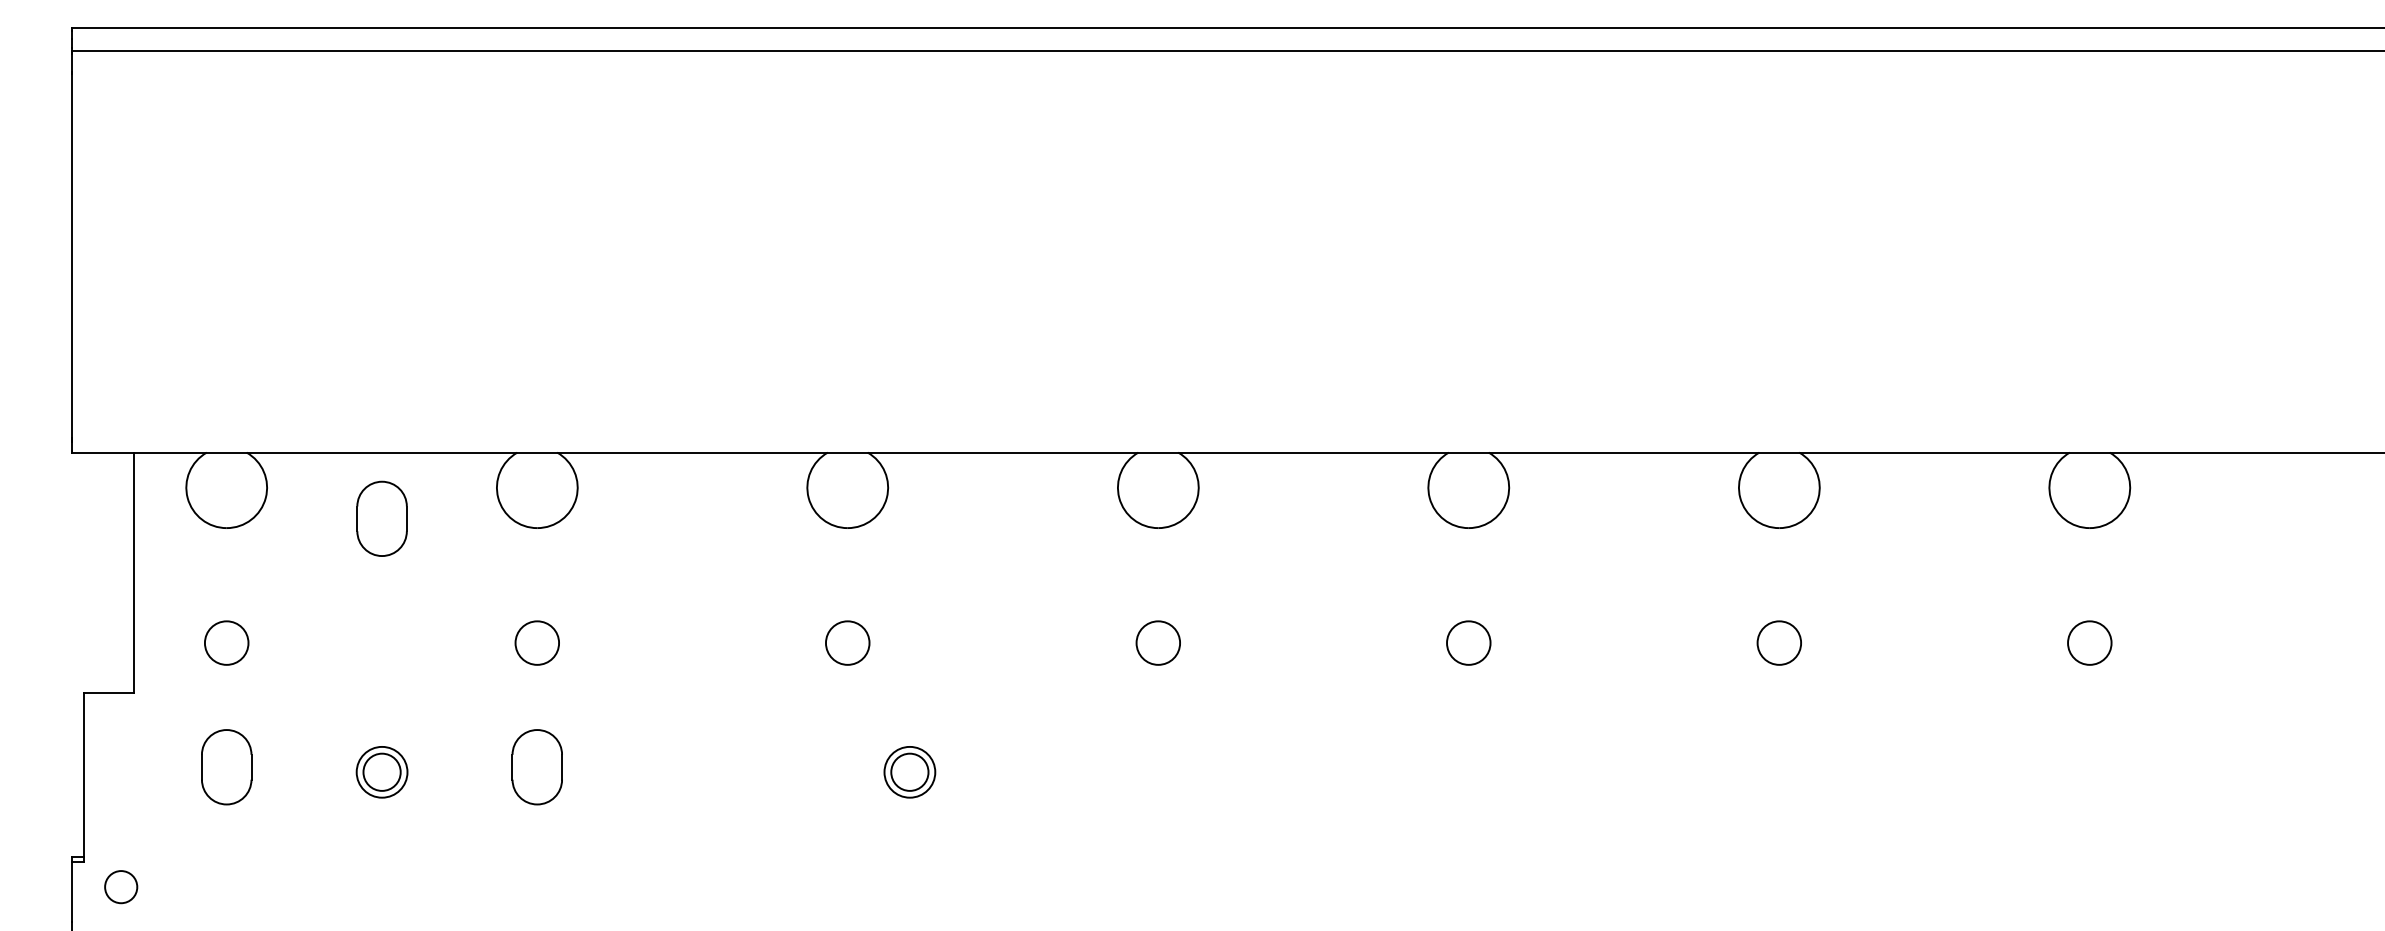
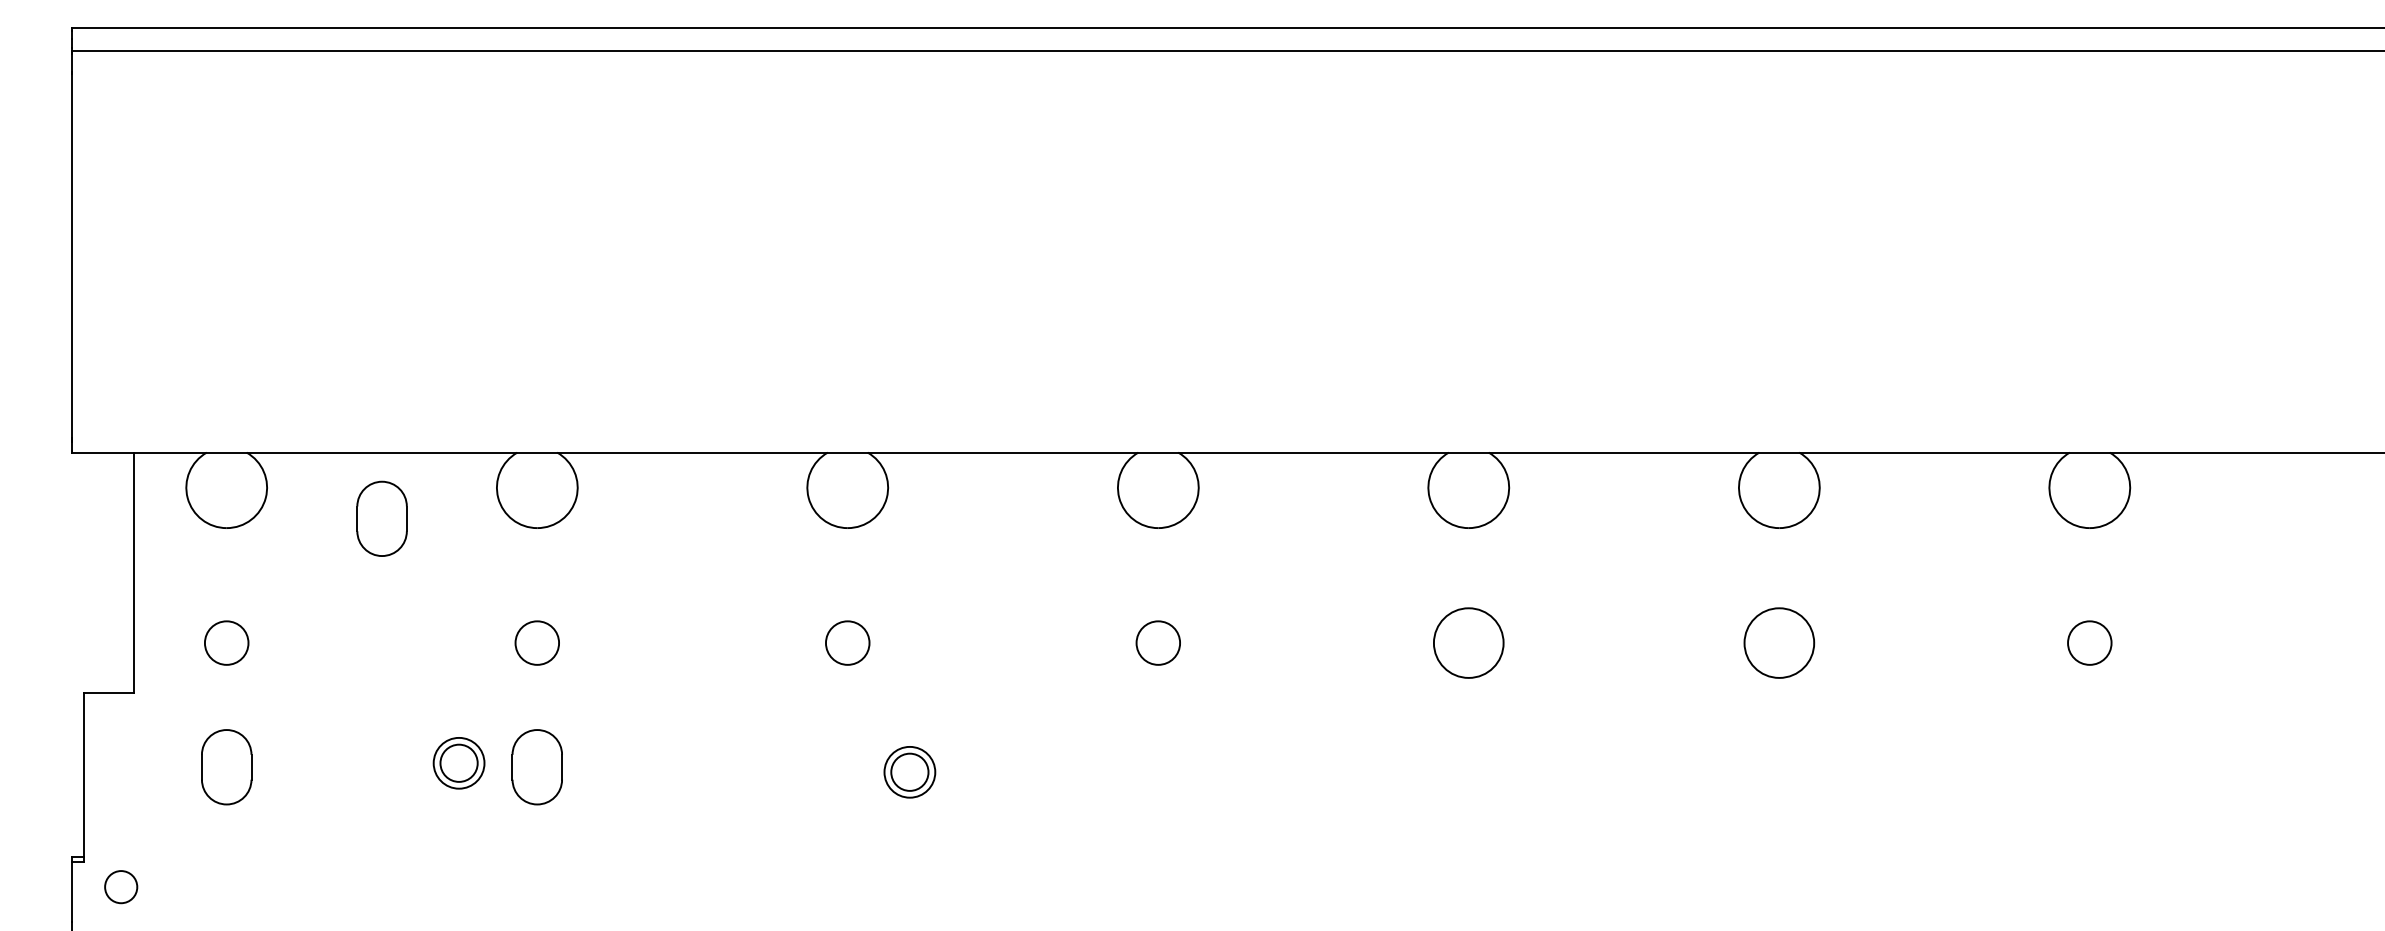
circle at (1468, 642) diameter: 44 px -> 70 px
circle at (1779, 642) diameter: 44 px -> 70 px
part at (381, 772) position: (381, 772) -> (458, 763)
